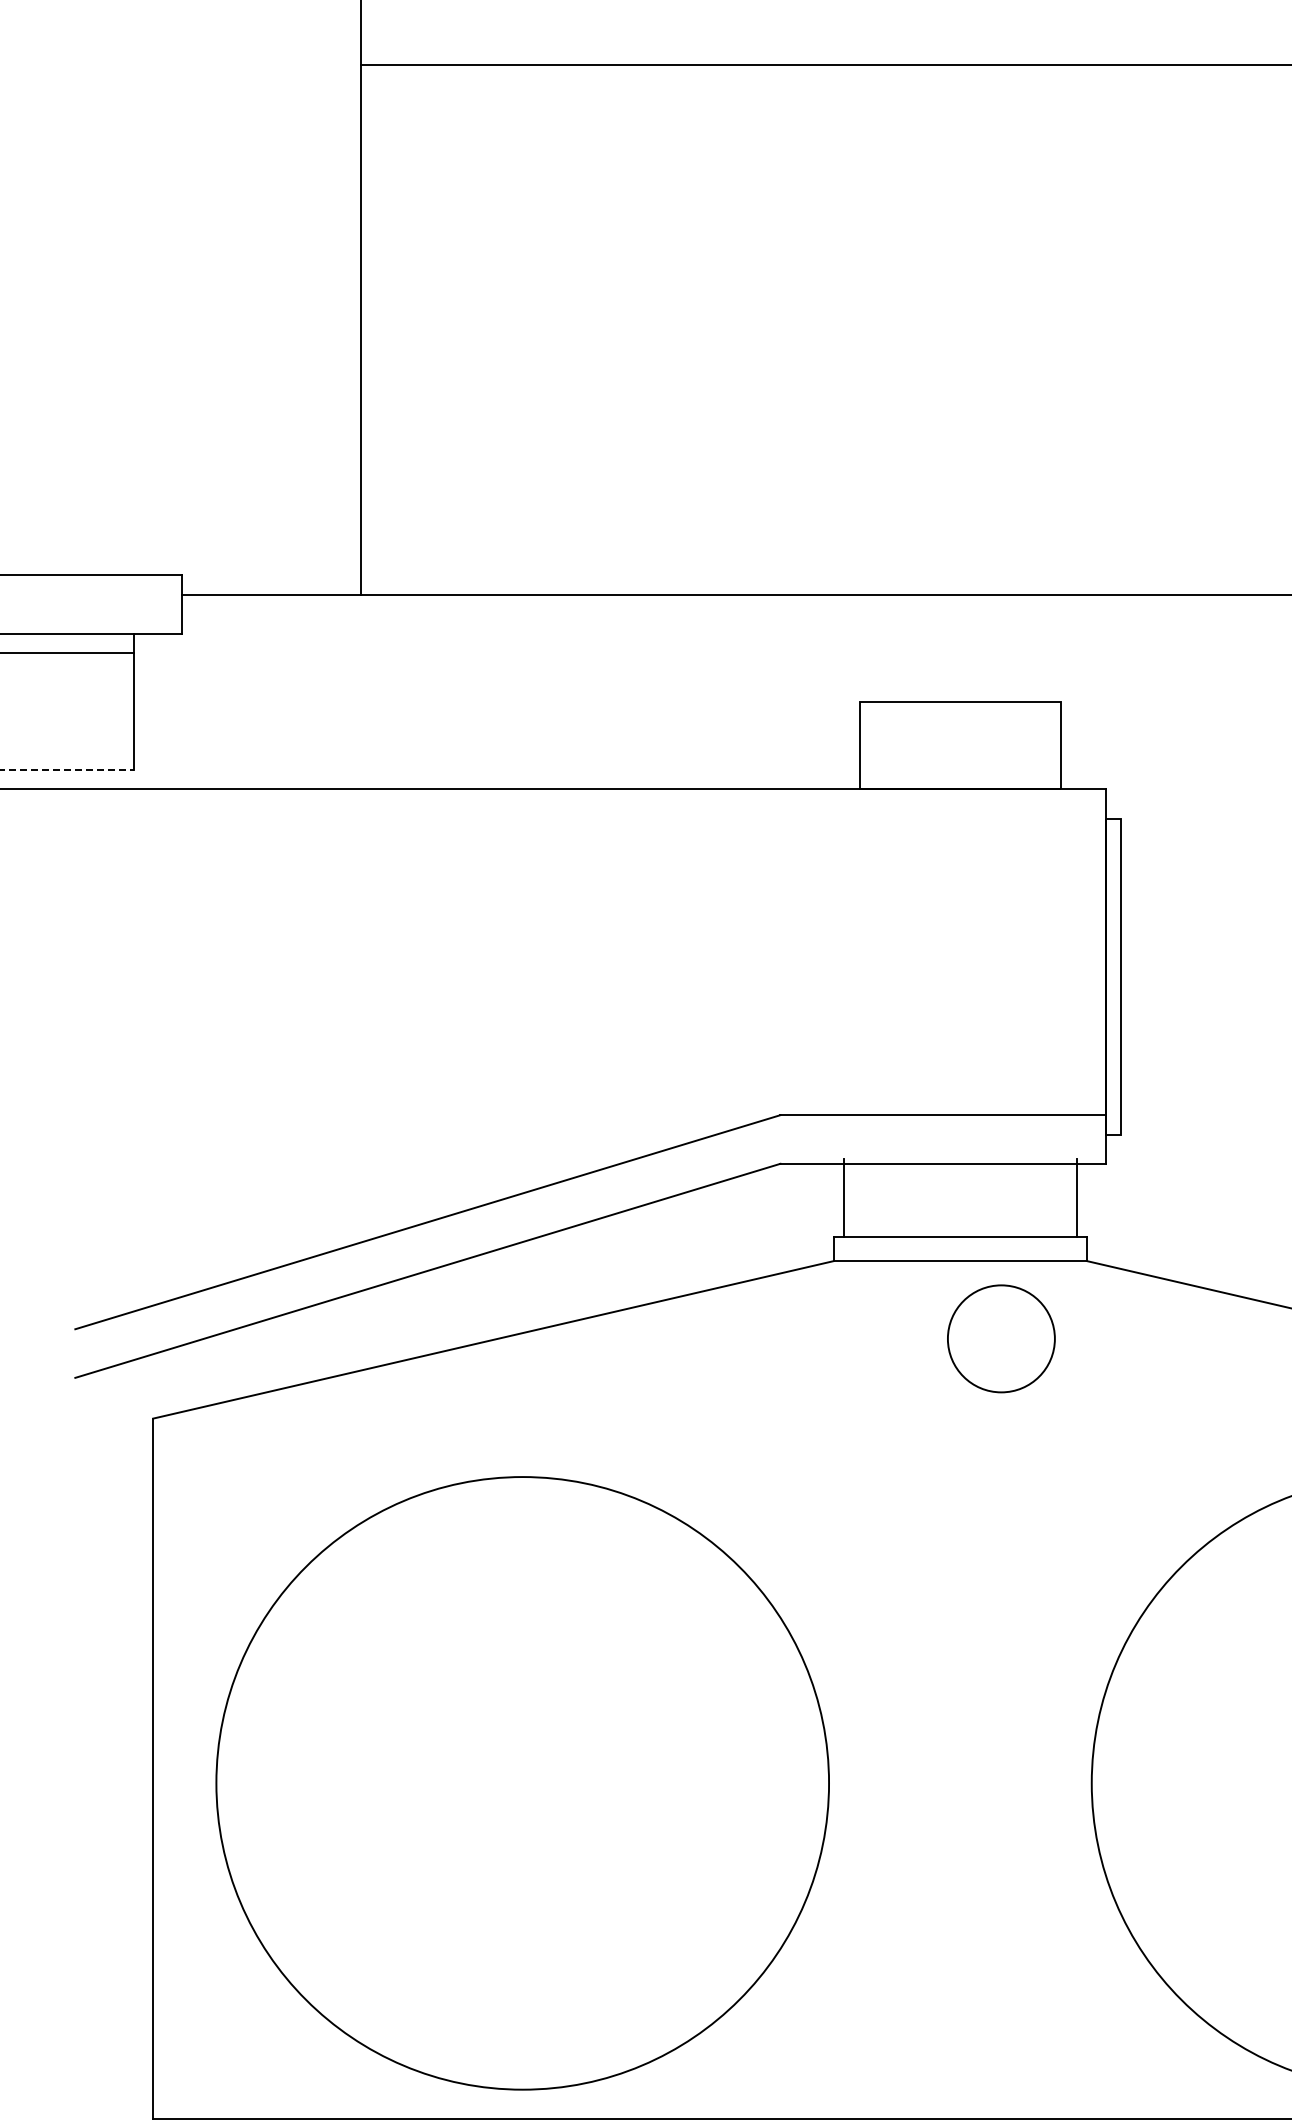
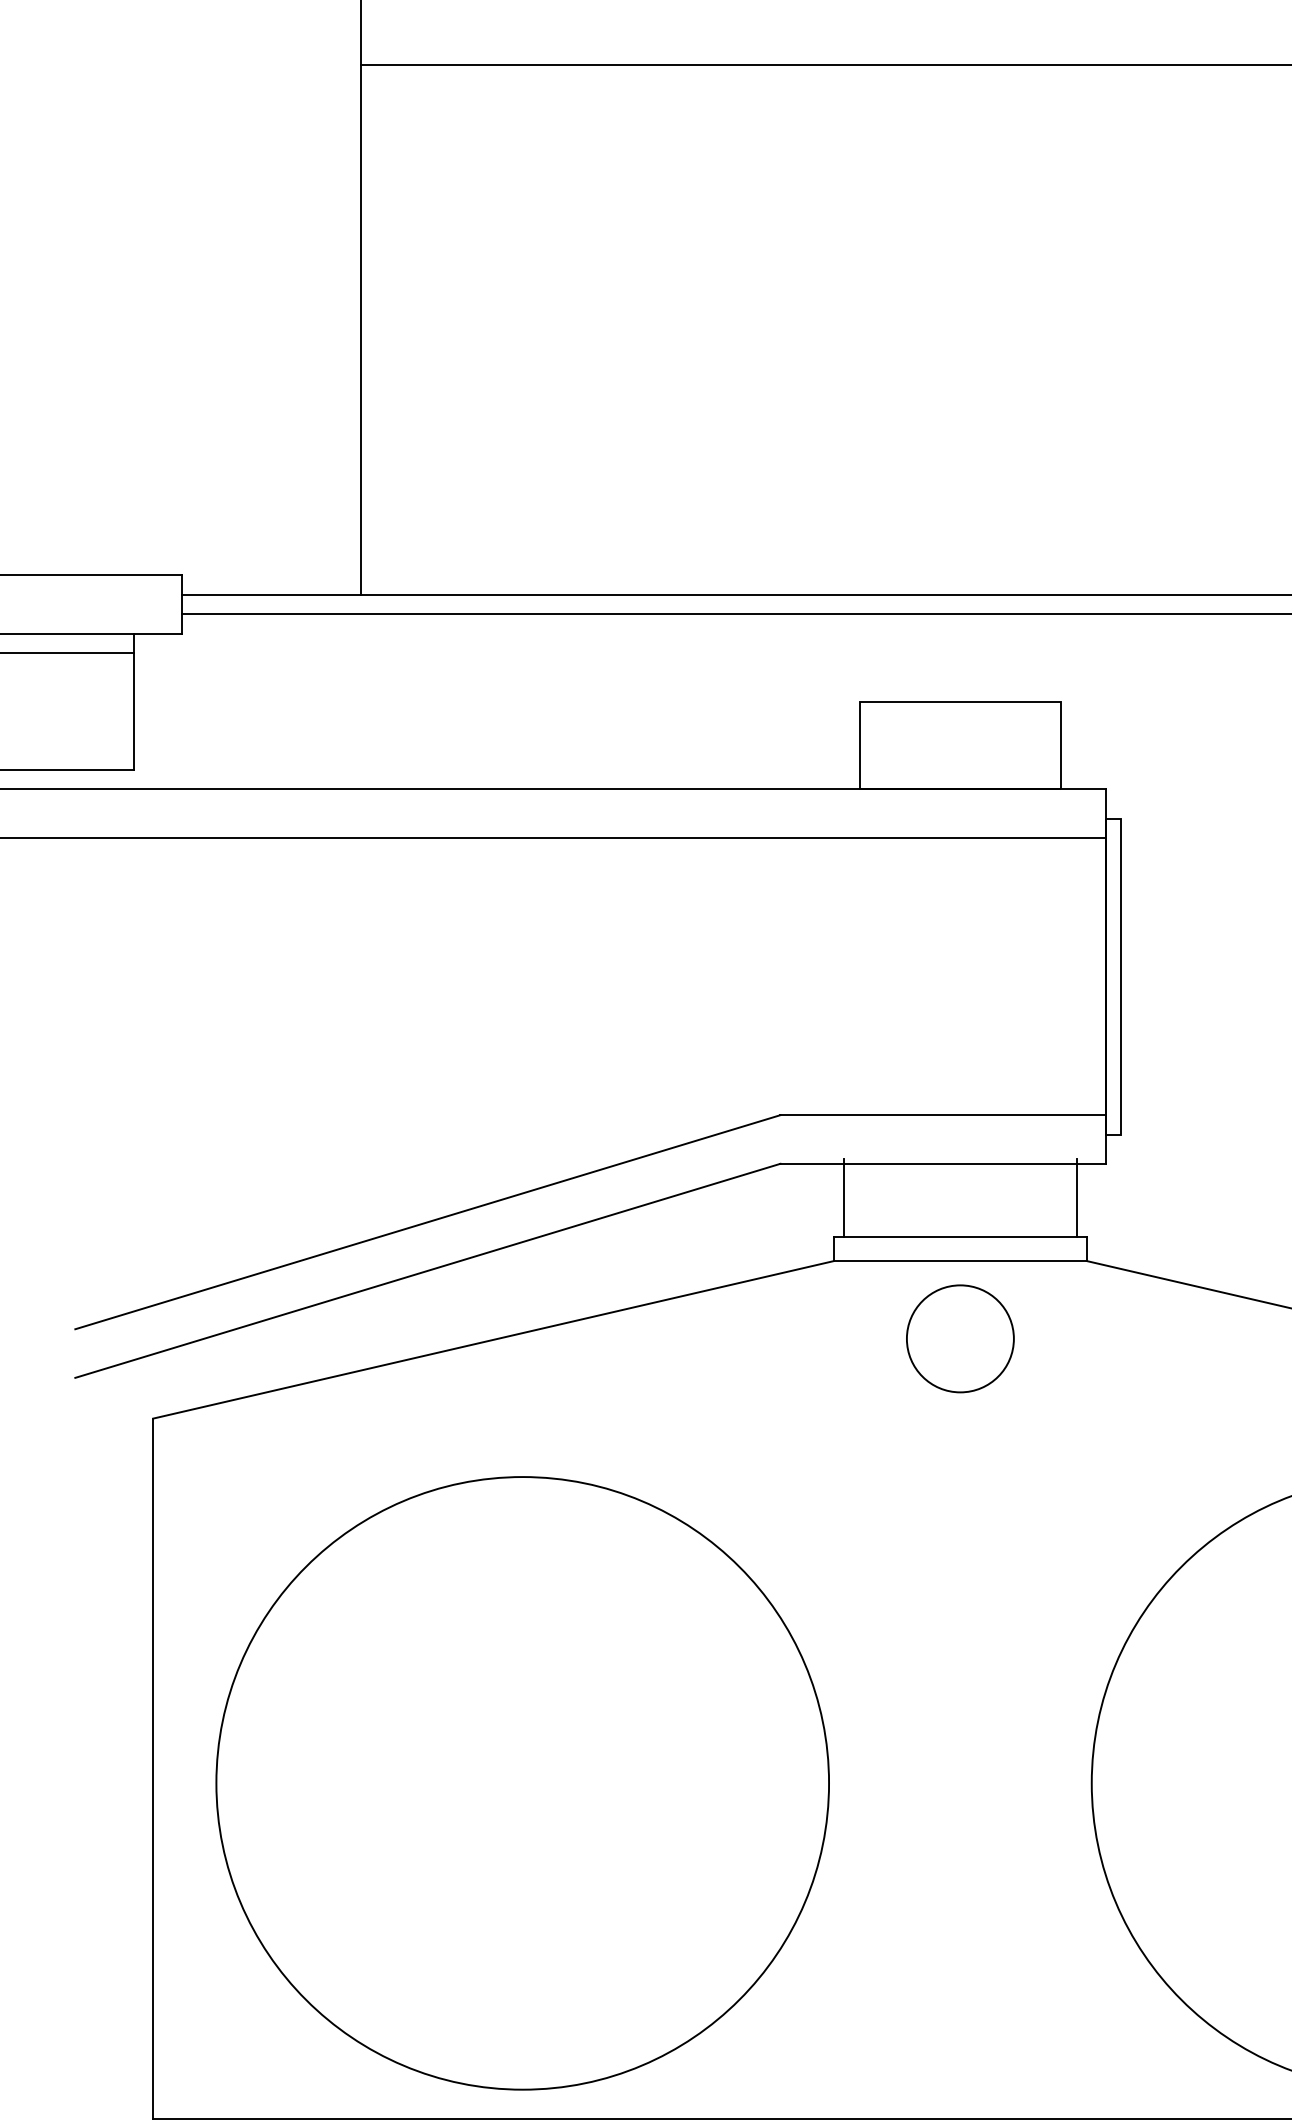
line at (735, 614): none -> present
line at (66, 769): dashed -> solid
line at (554, 837): none -> present
part at (1001, 1338) position: (1001, 1338) -> (960, 1338)
